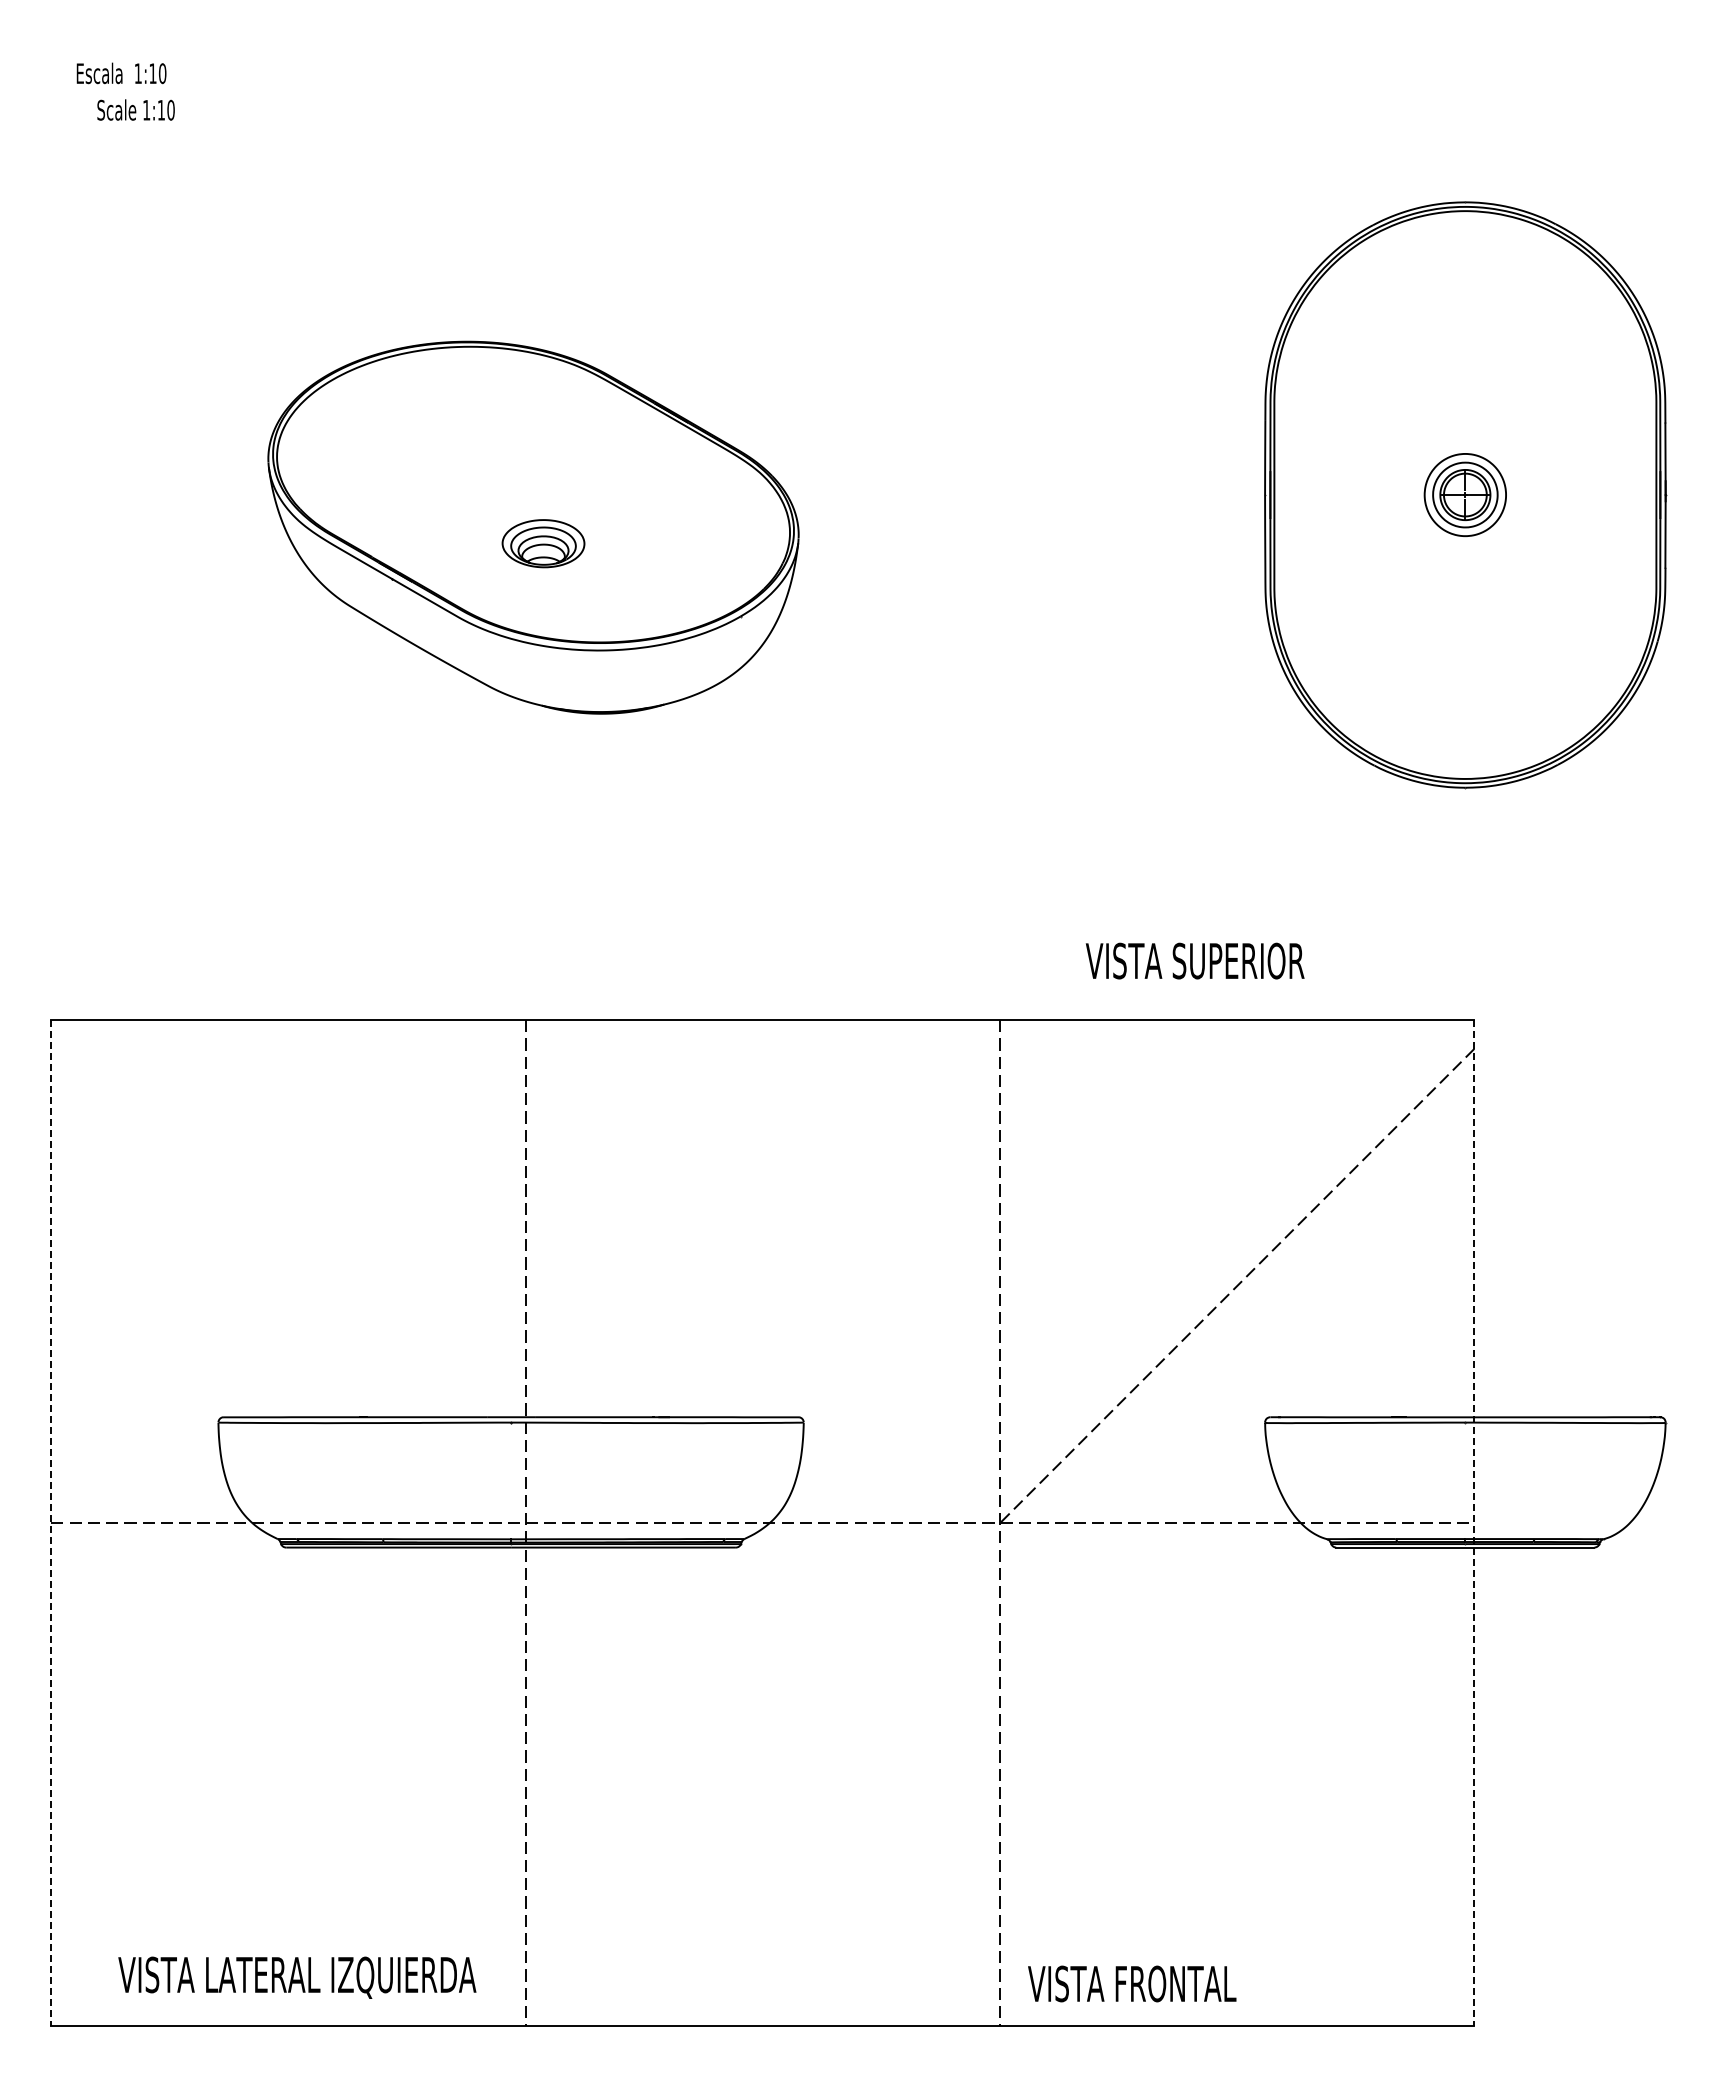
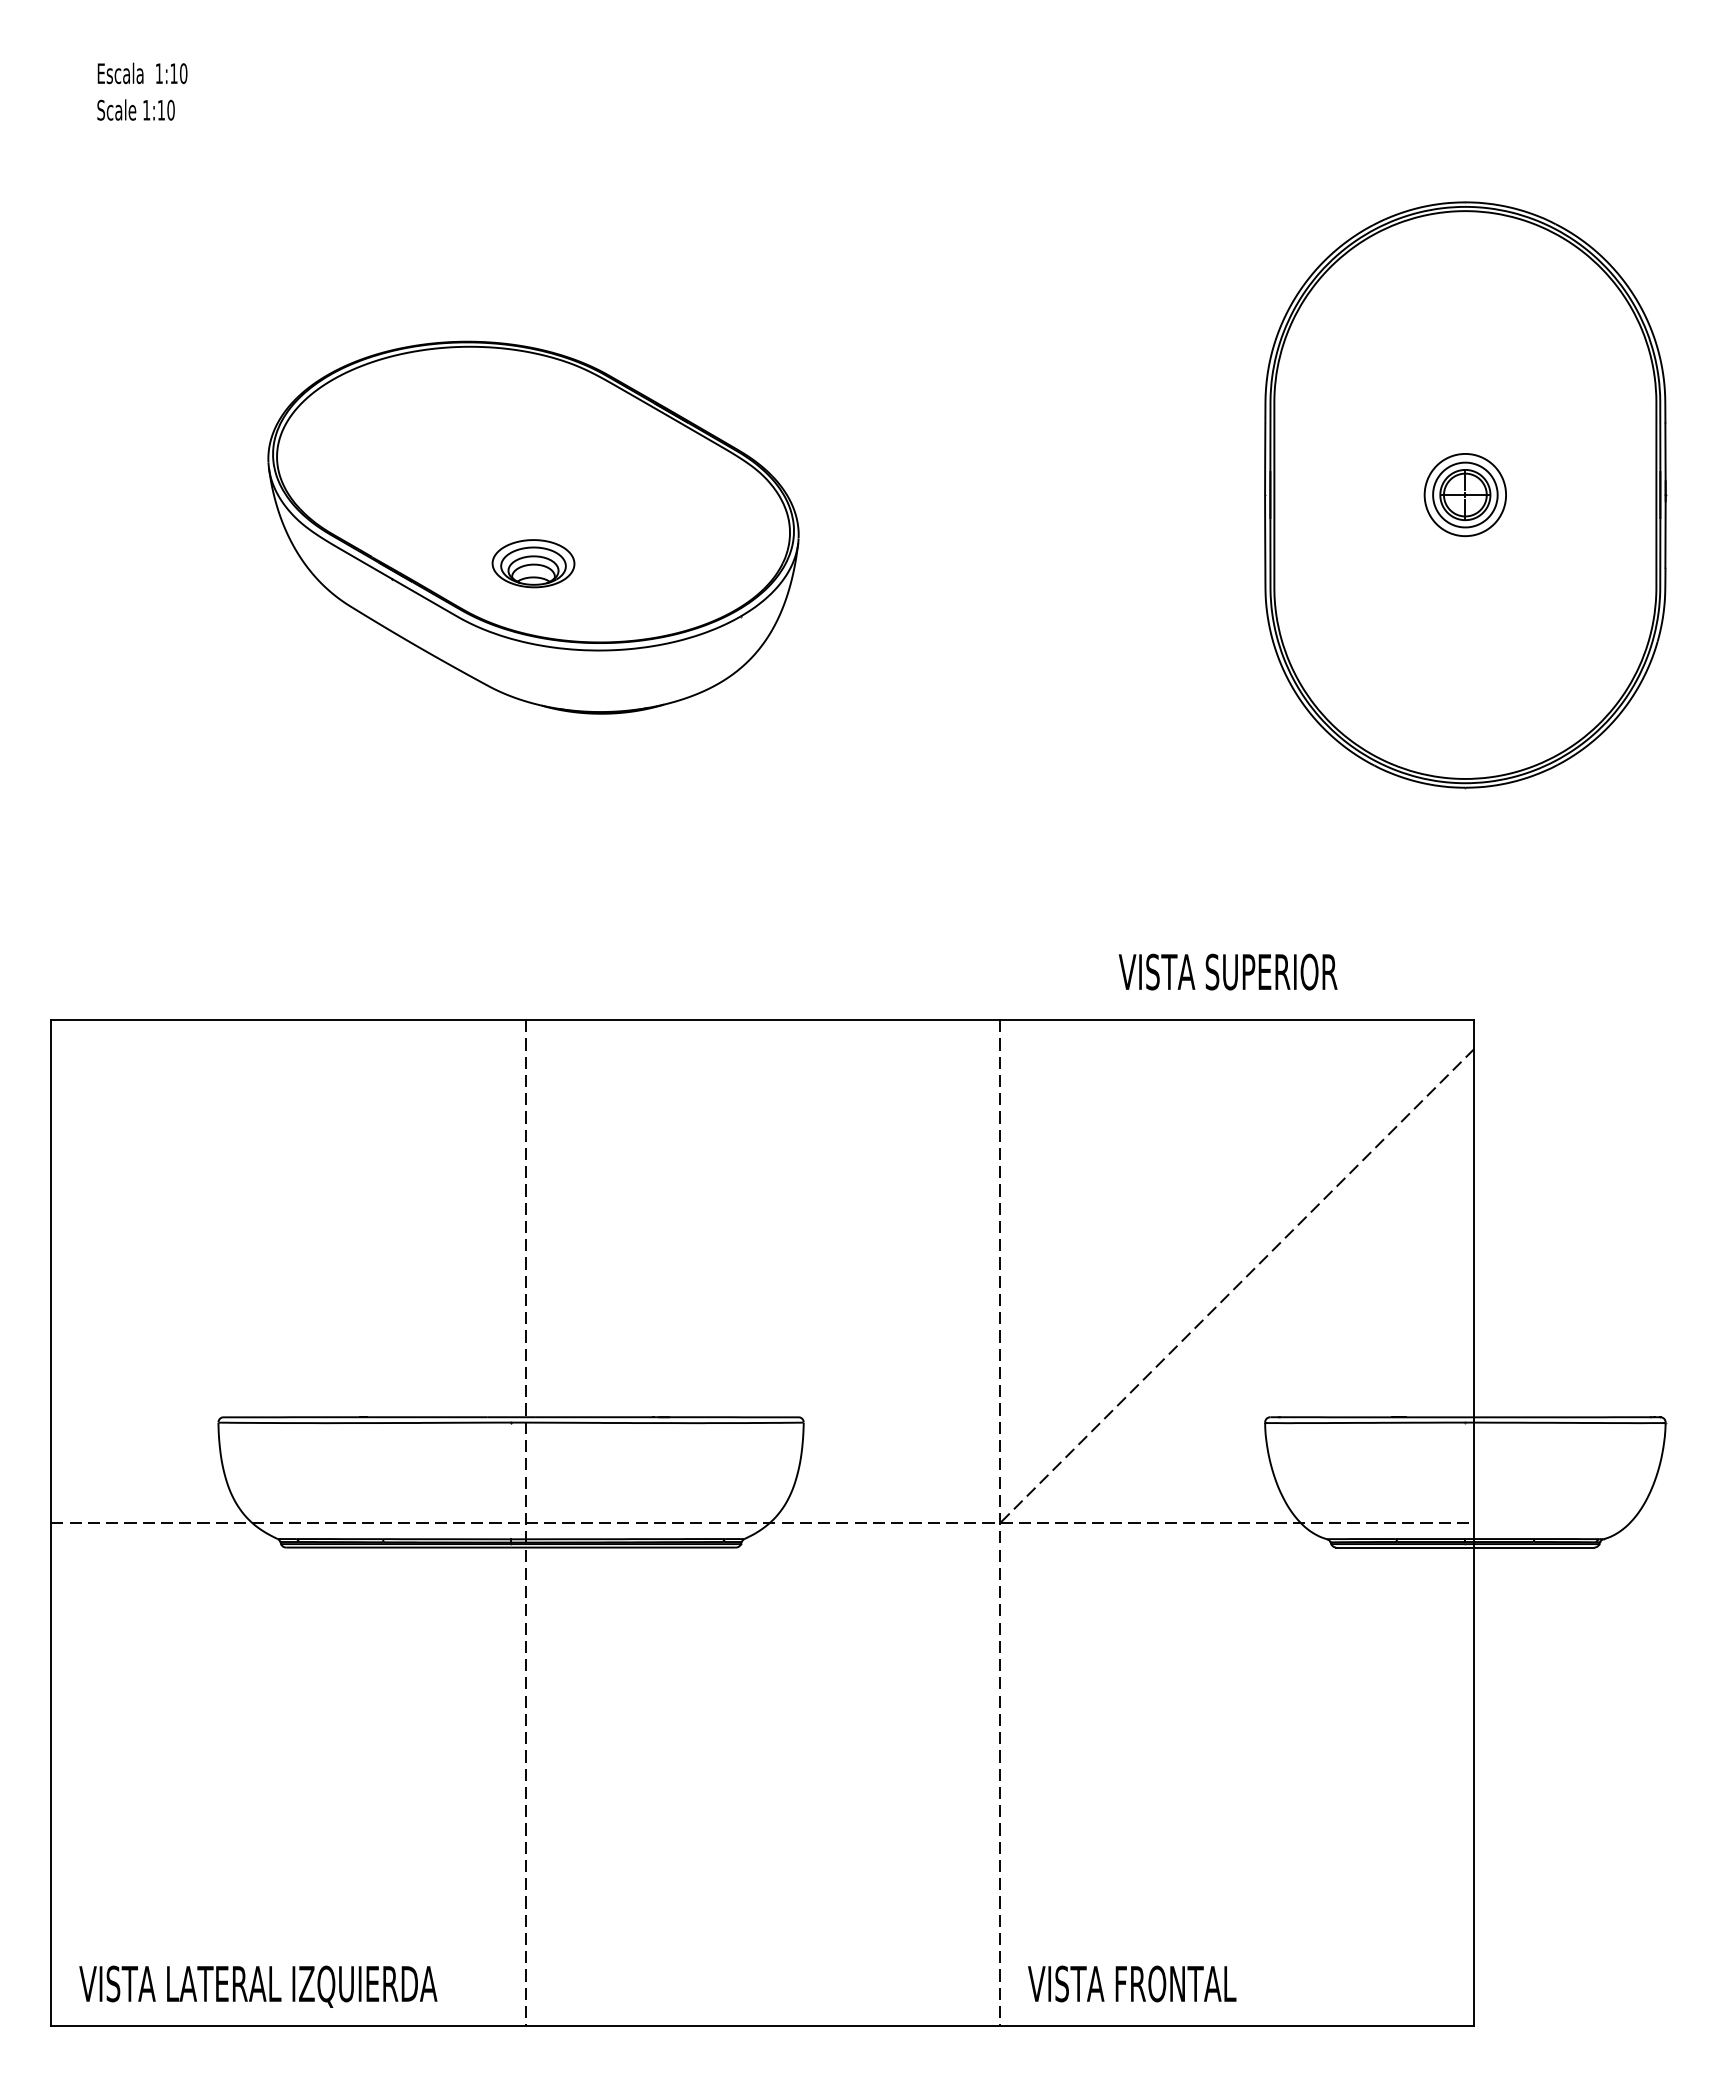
text at (121, 73) position: (121, 73) -> (142, 73)
part at (543, 543) position: (543, 543) -> (533, 563)
text at (1194, 960) position: (1194, 960) -> (1227, 971)
line at (51, 1523): dashed -> solid
line at (1474, 1523): dashed -> solid
text at (297, 1977) position: (297, 1977) -> (258, 1986)
